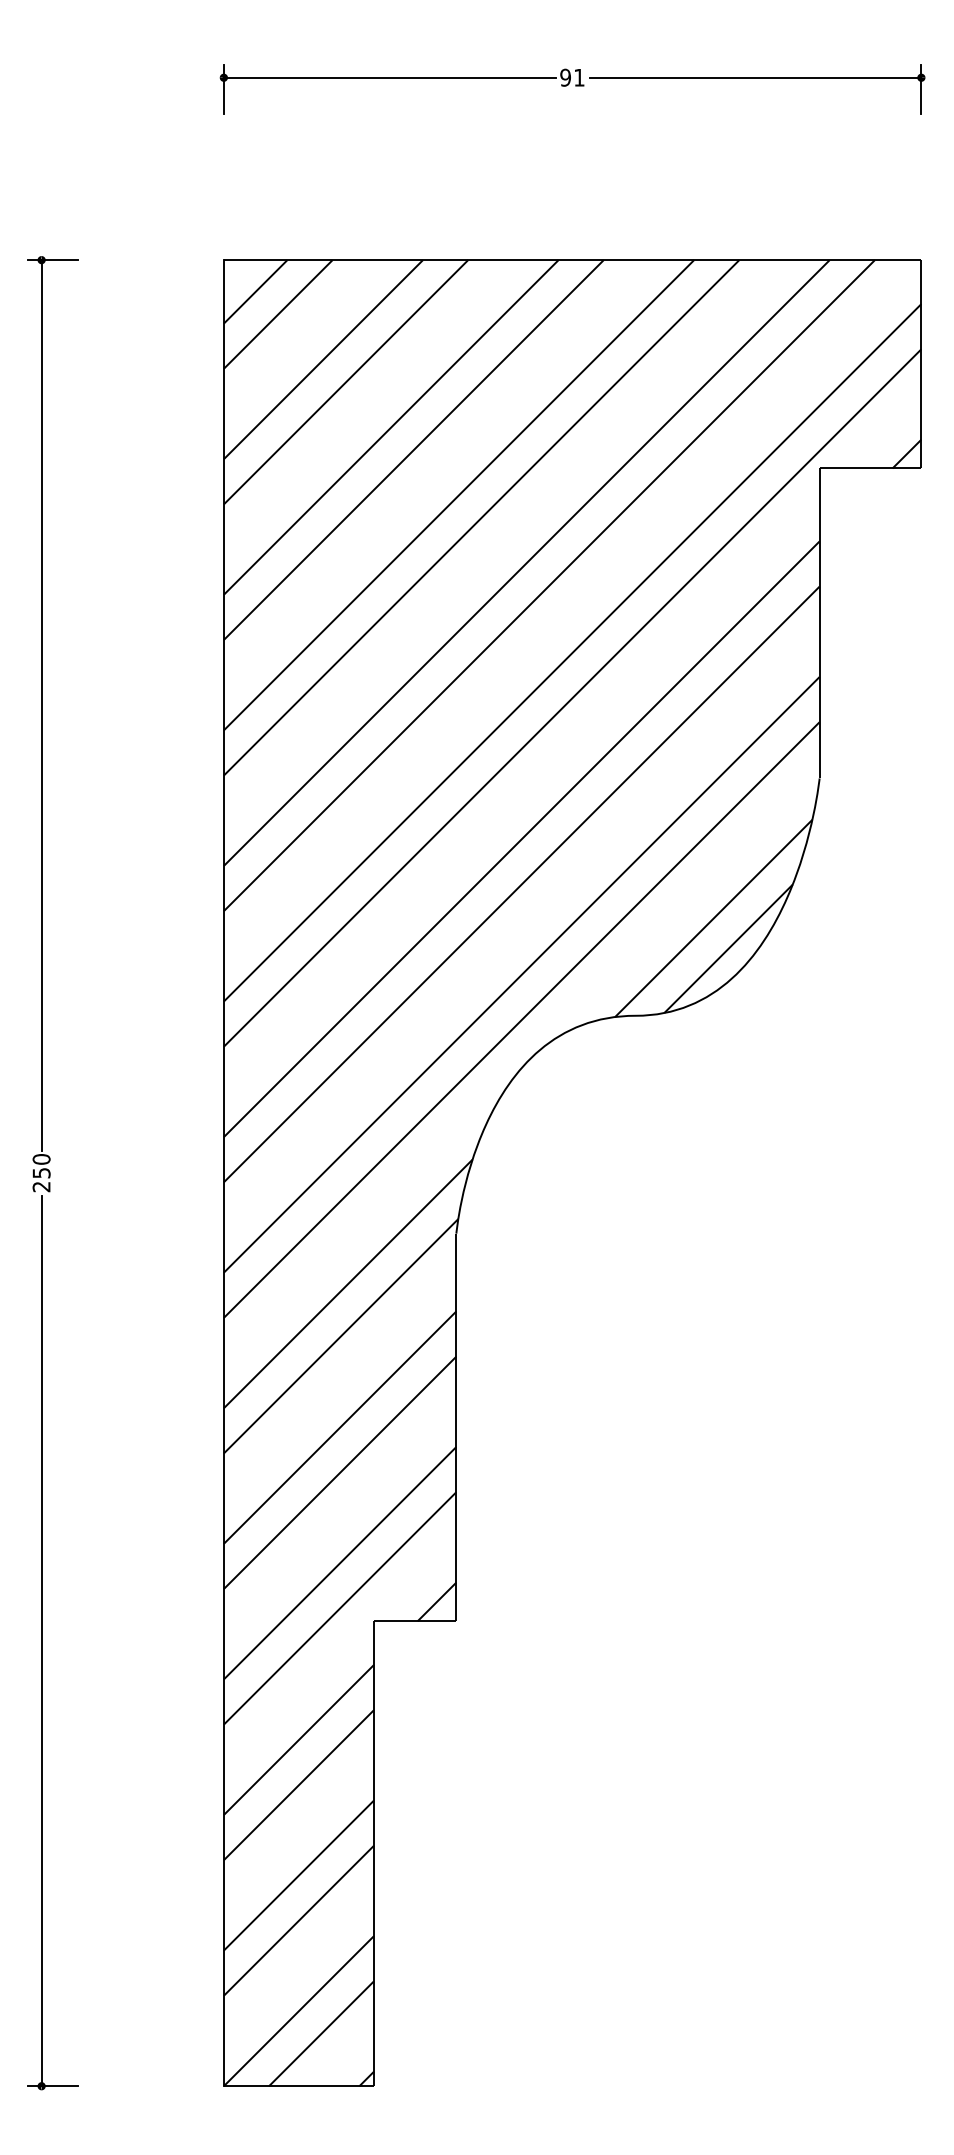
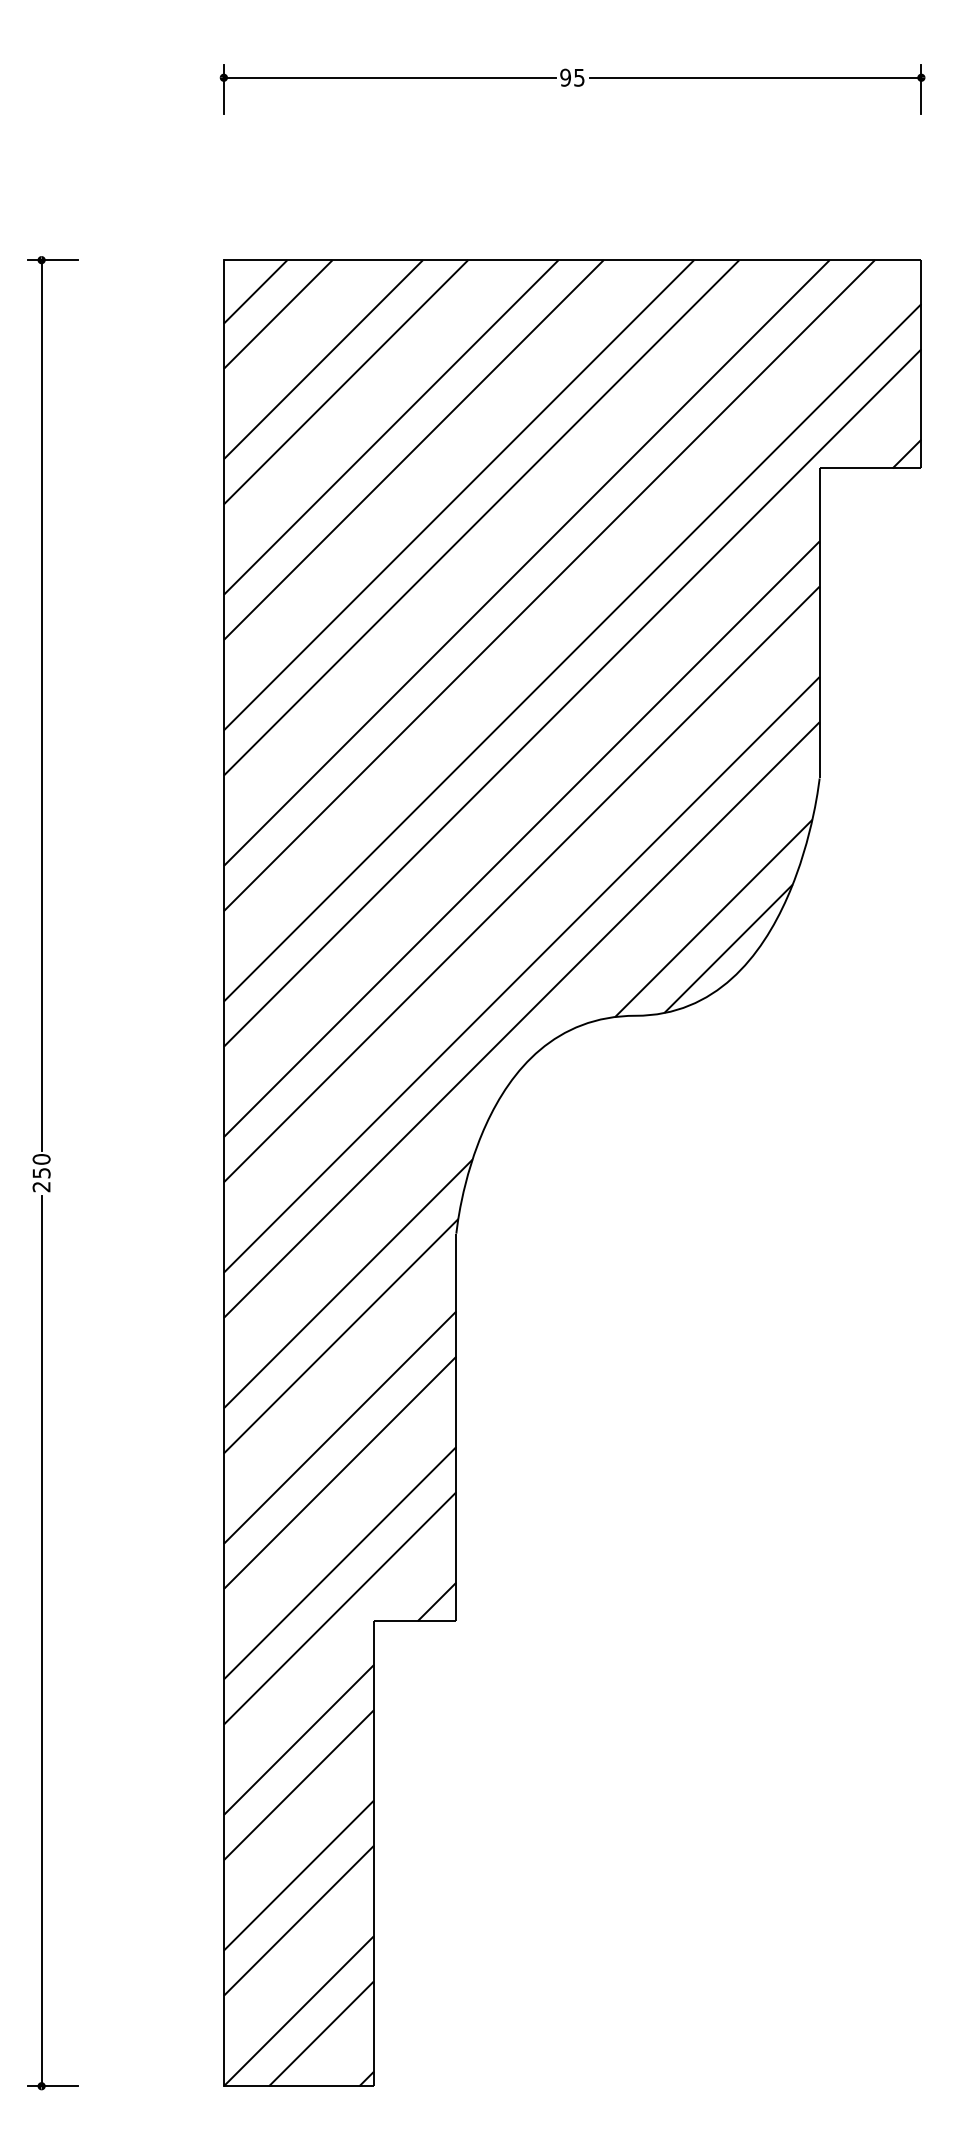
text at (579, 77): 91 -> 95
